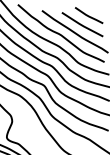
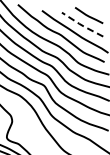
line at (81, 25): solid -> dashed
